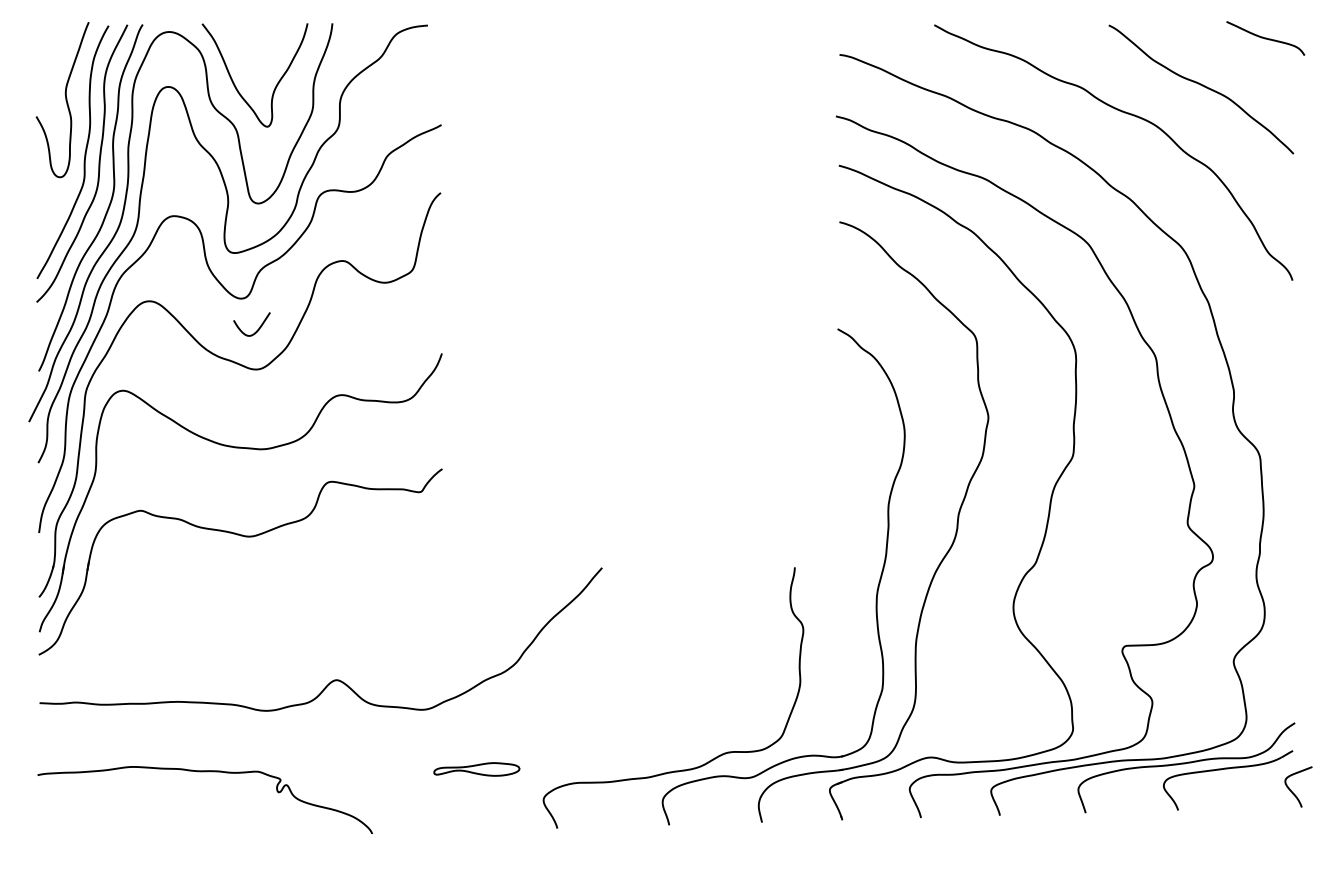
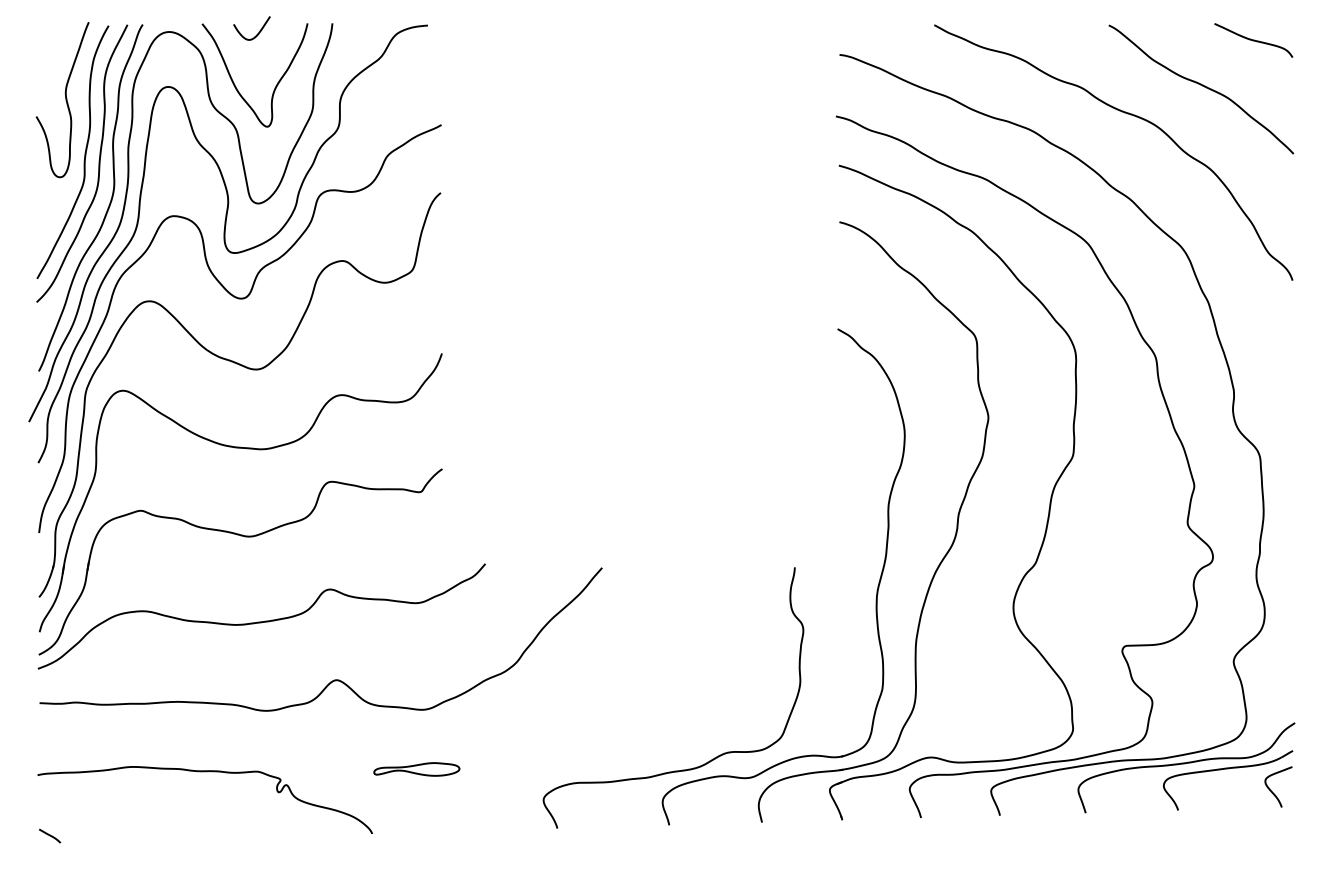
curve at (1265, 38) position: (1265, 38) -> (1253, 40)
curve at (257, 329) position: (257, 329) -> (257, 33)
curve at (261, 621): none -> present
part at (476, 769) position: (476, 769) -> (416, 769)
curve at (1292, 791) position: (1292, 791) -> (1272, 791)
line at (50, 835): none -> present
